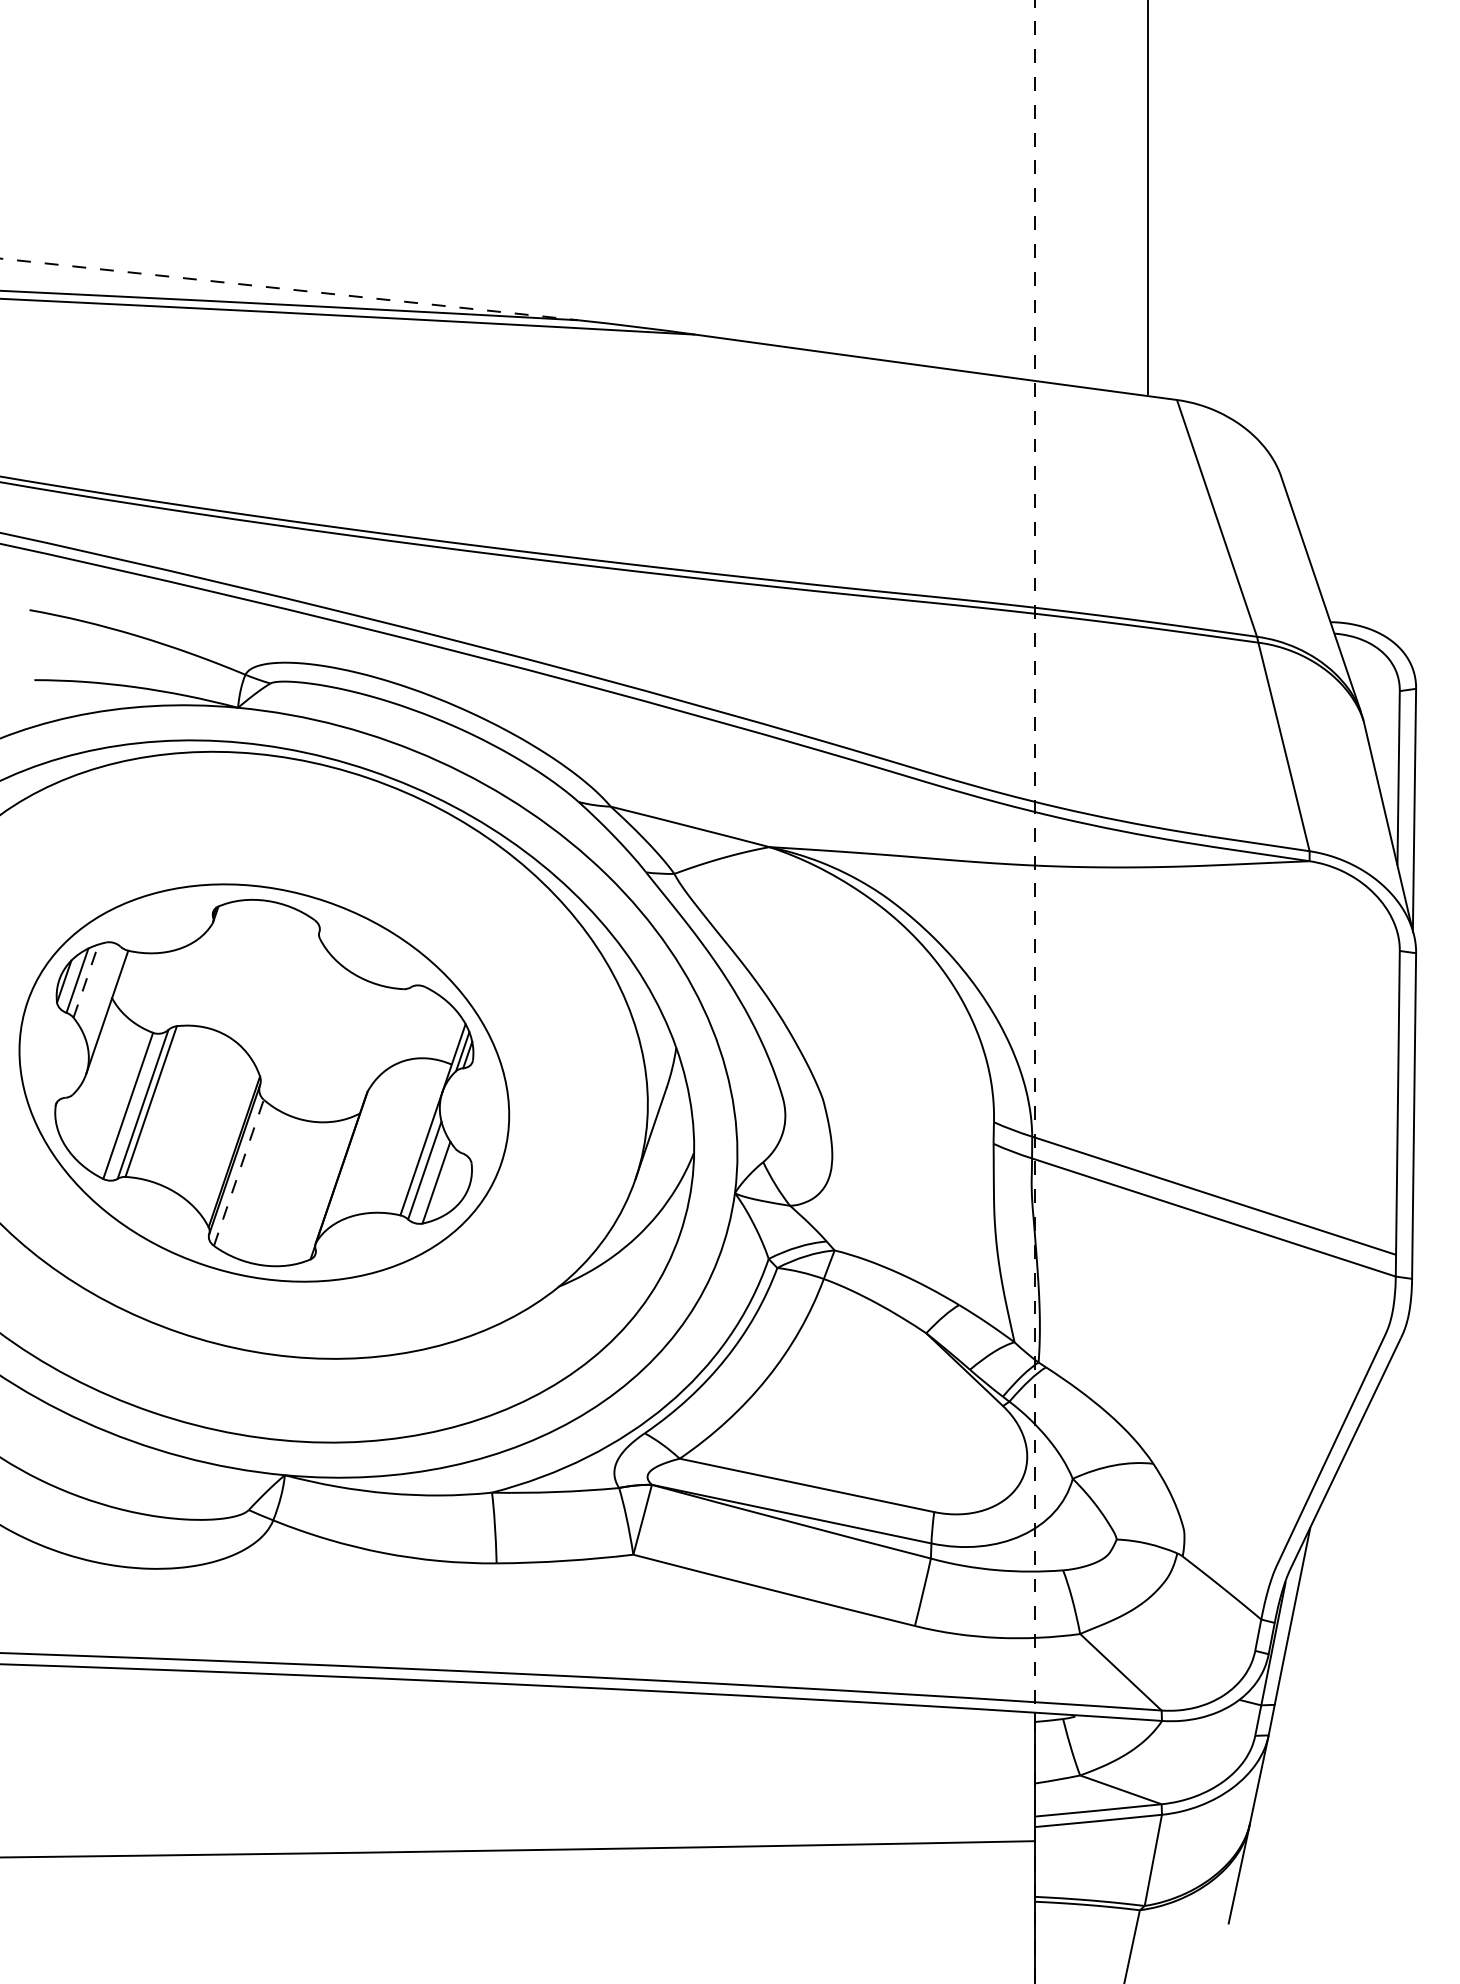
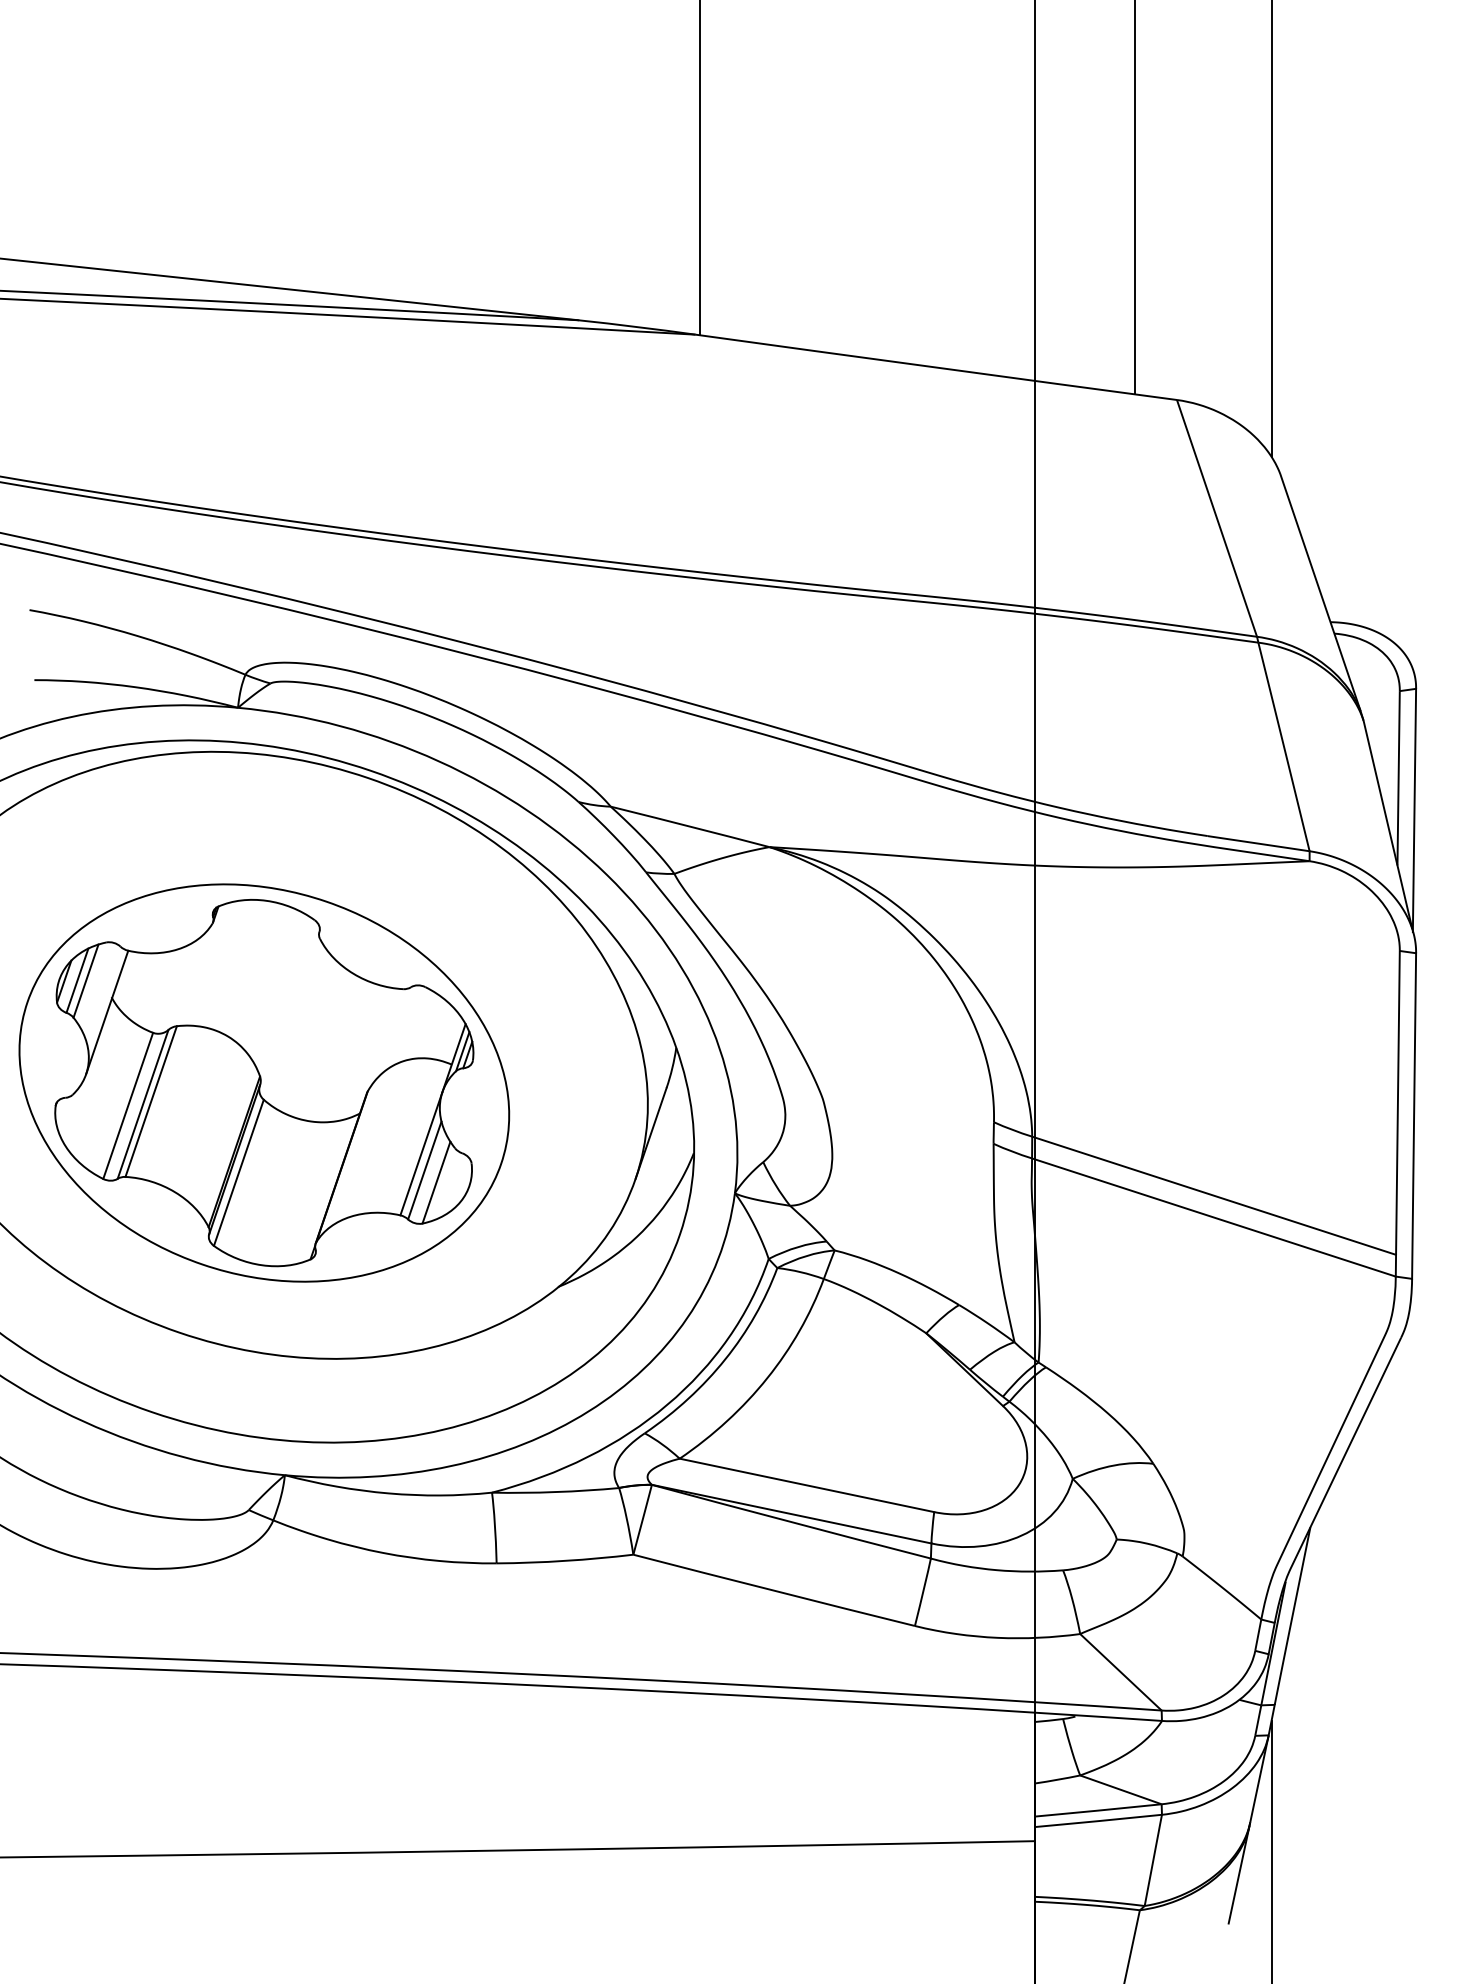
line at (699, 168): none -> present
line at (1147, 197) position: (1147, 197) -> (1134, 197)
line at (1271, 229): none -> present
line at (289, 289): dashed -> solid
line at (86, 981): dashed -> solid
line at (1035, 992): dashed -> solid
line at (239, 1172): dashed -> solid
line at (1271, 1850): none -> present
